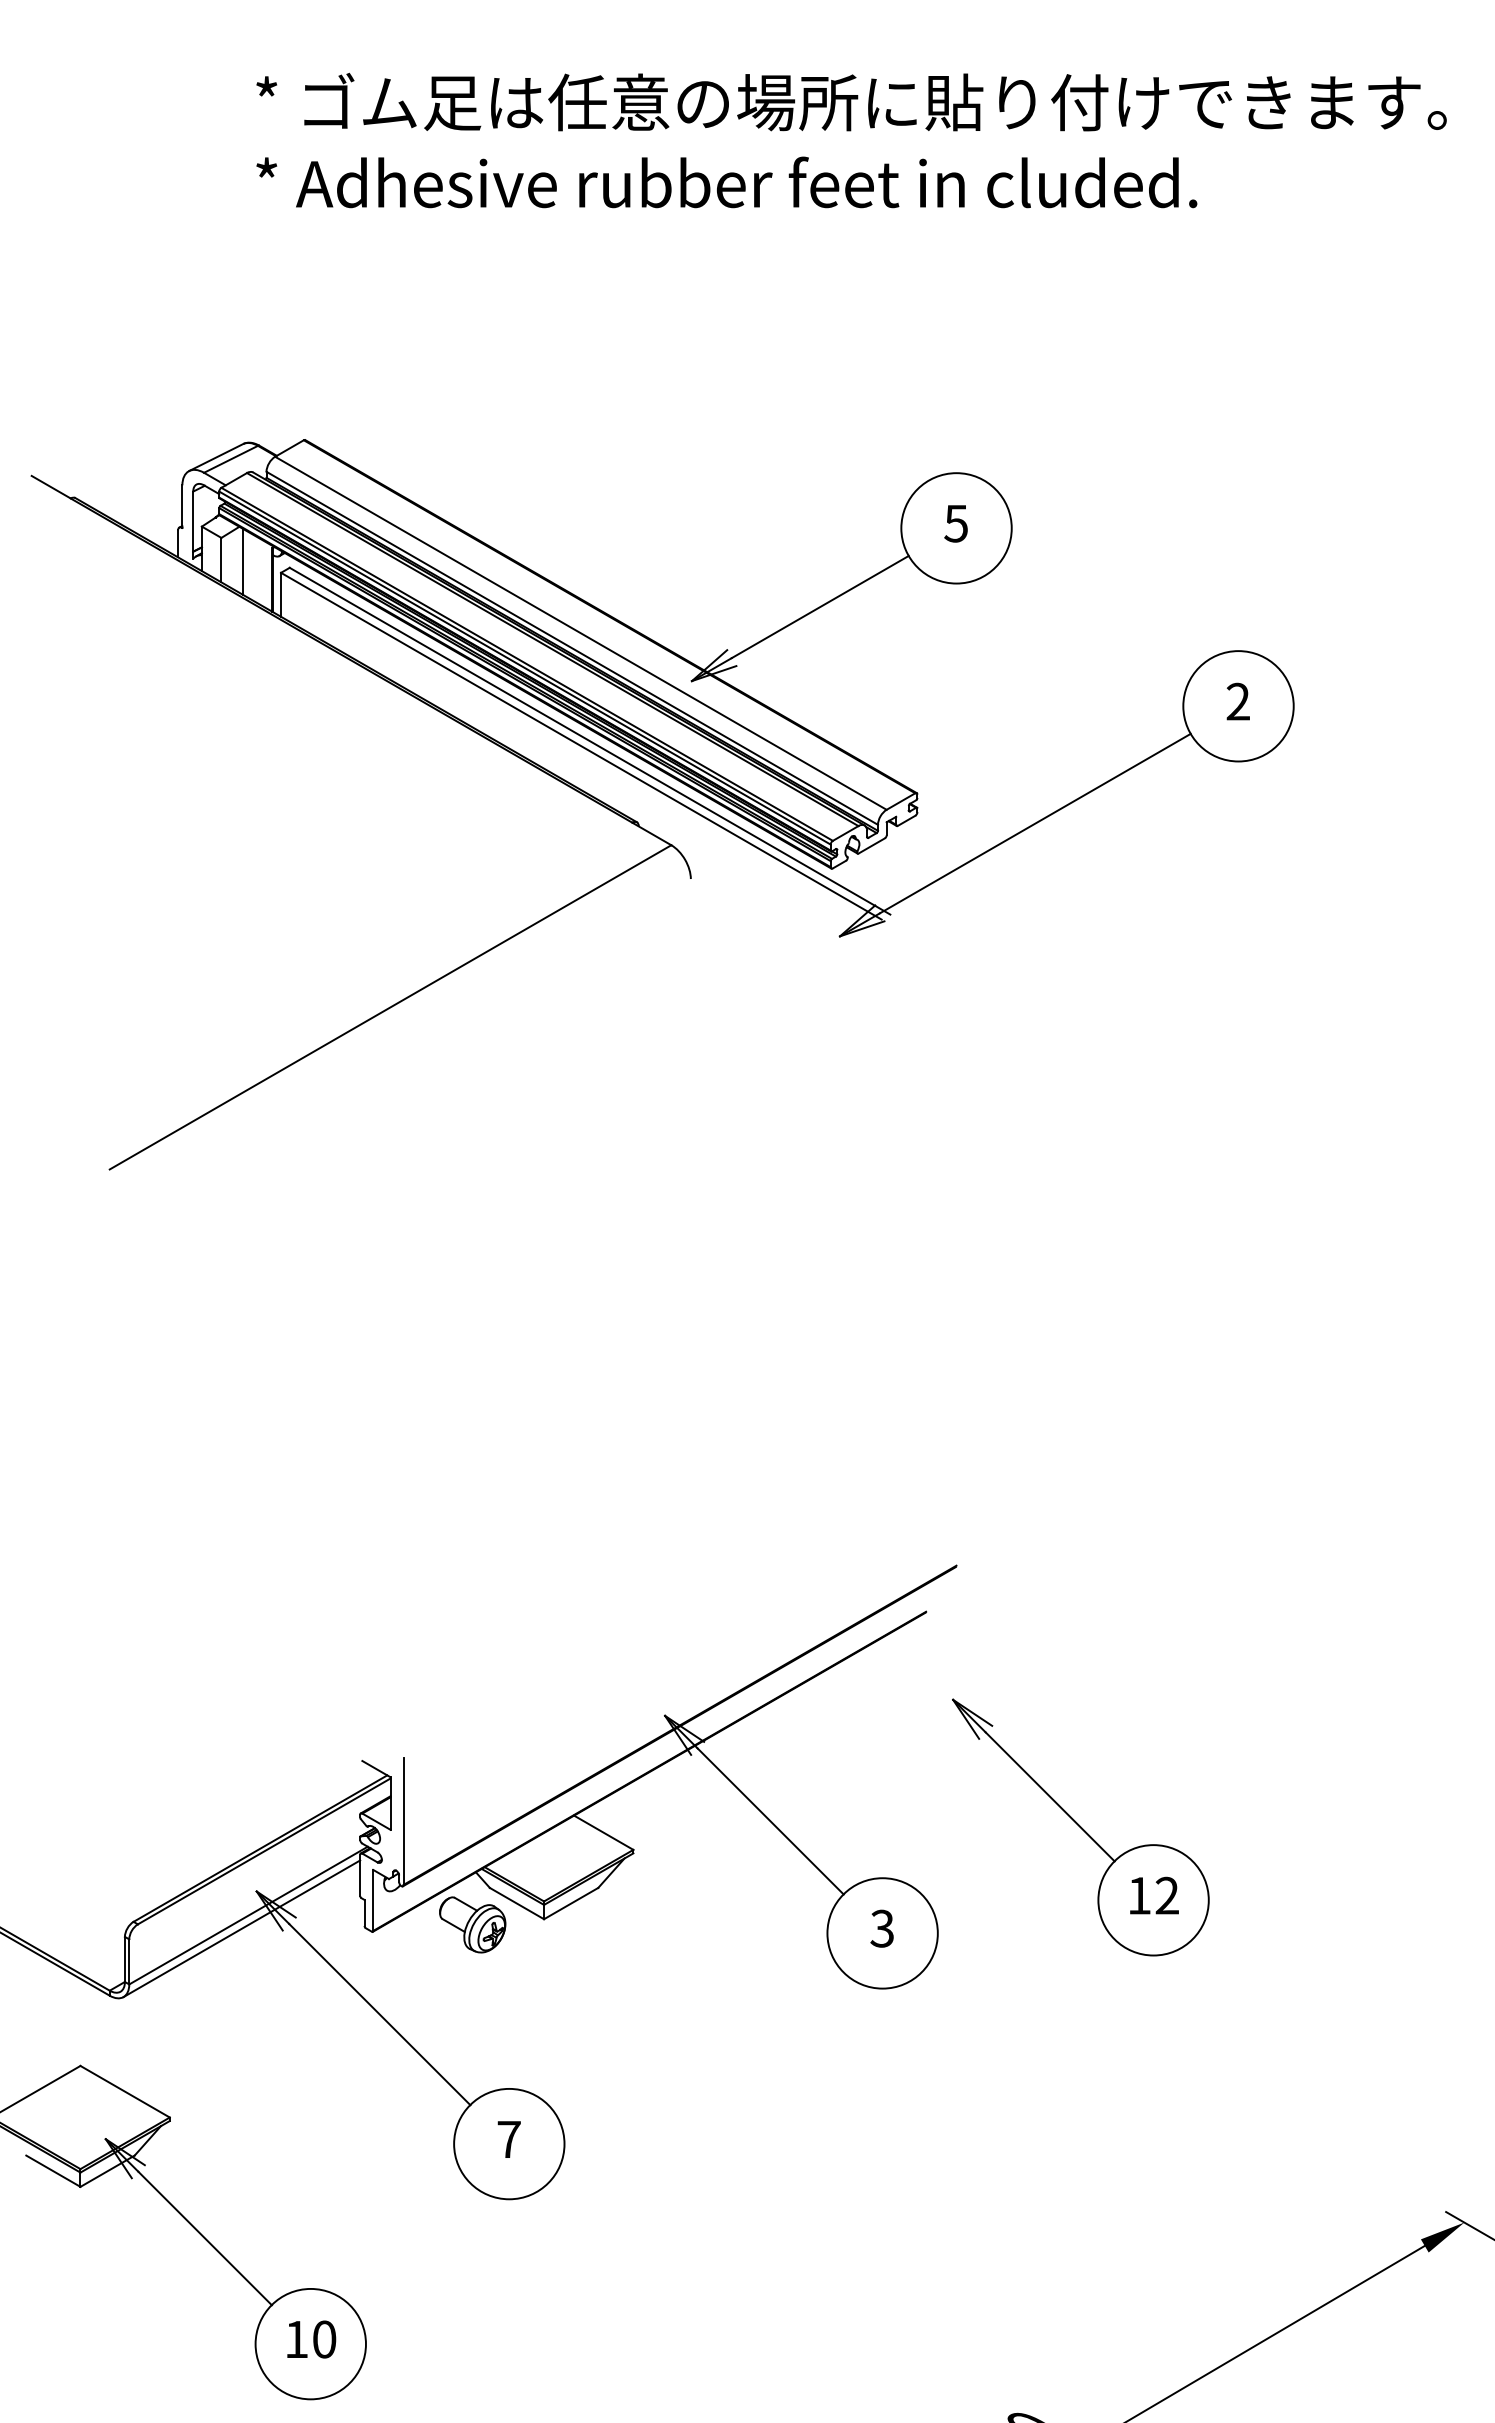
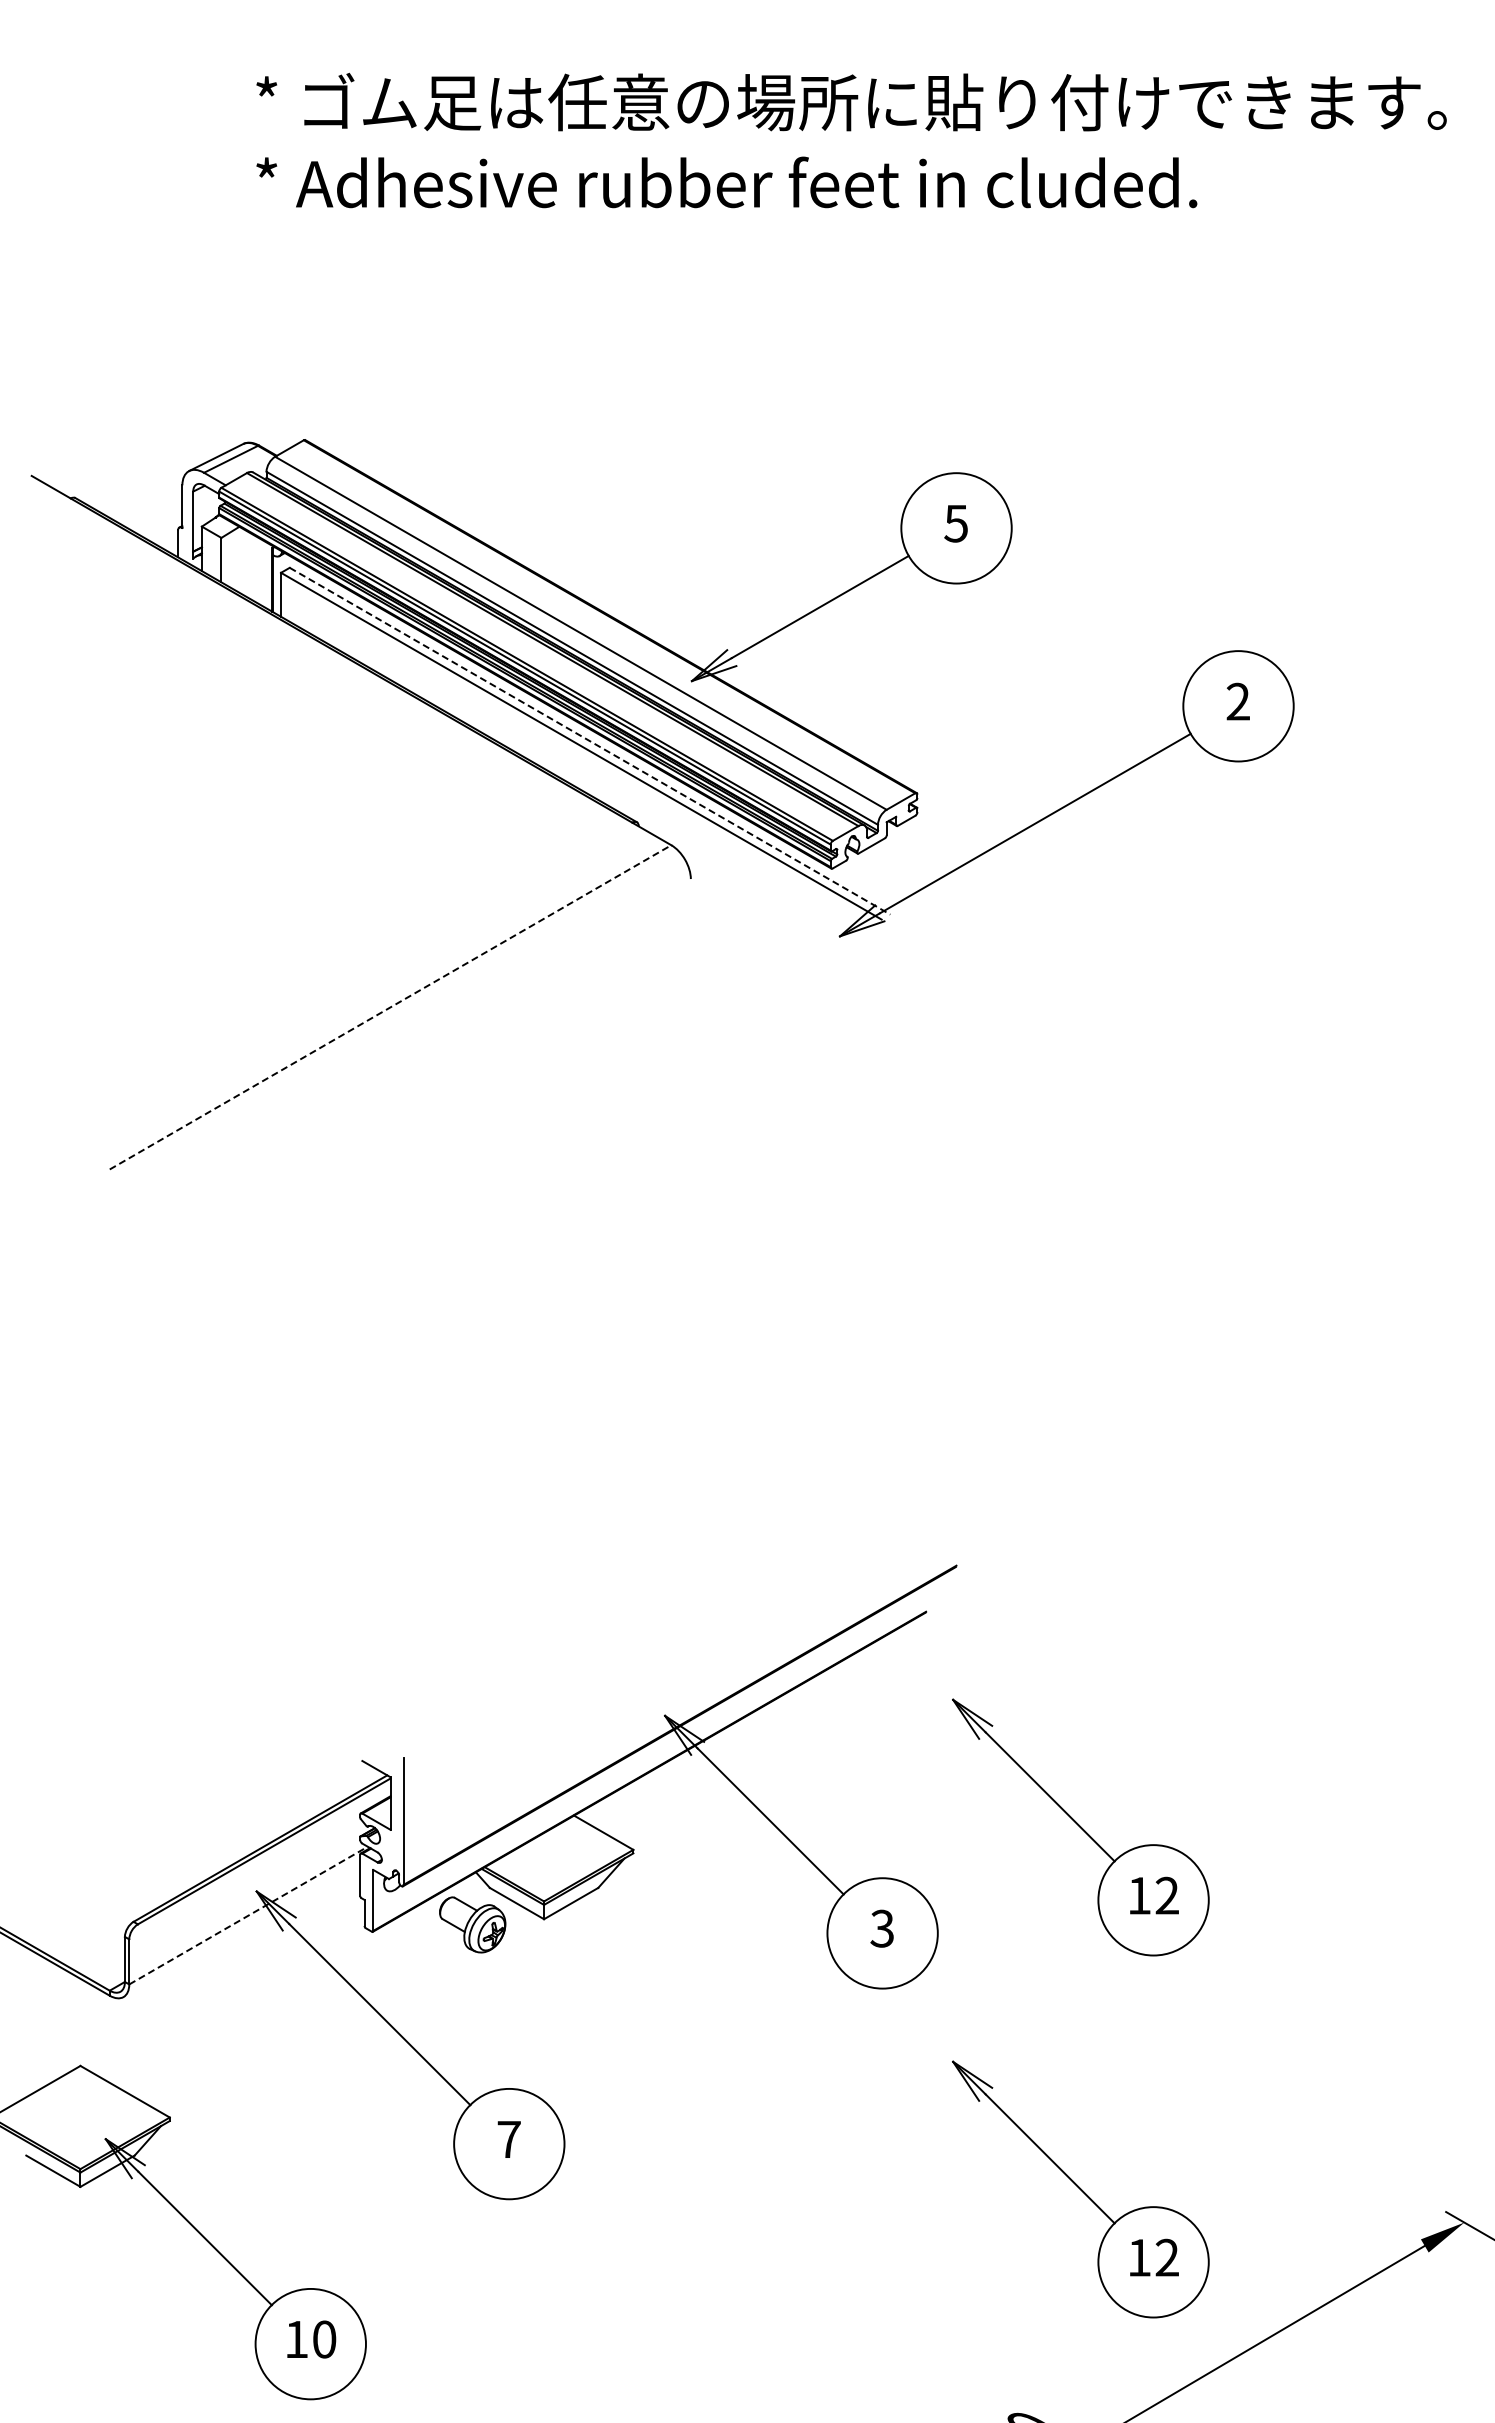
line at (243, 561): present -> none
line at (590, 741): solid -> dashed
line at (390, 1007): solid -> dashed
line at (248, 1915): solid -> dashed
line at (241, 1928): present -> none
part at (1080, 2189): none -> present
